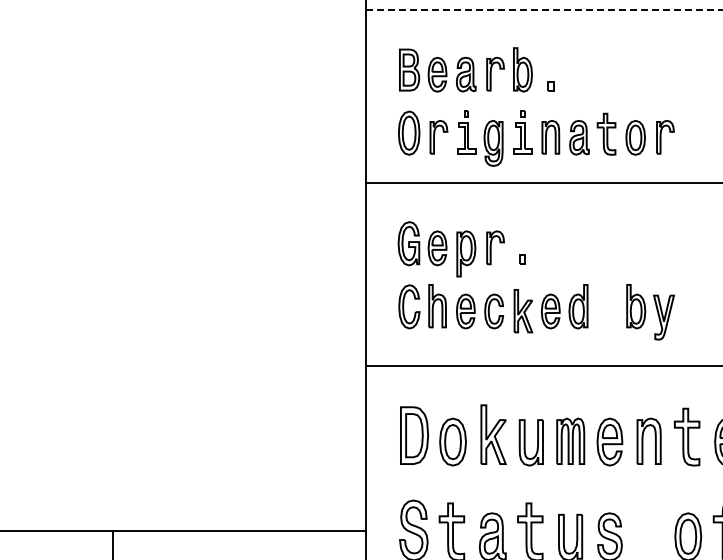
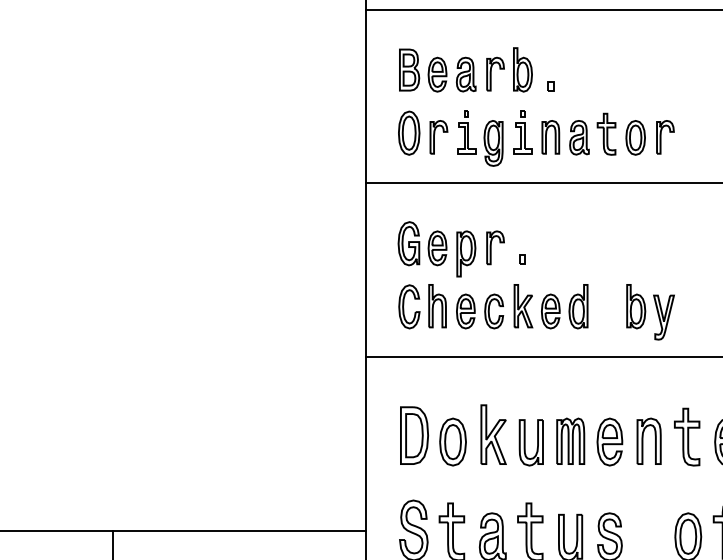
line at (544, 9): dashed -> solid
part at (523, 311) position: (523, 311) -> (523, 306)
line at (542, 366) position: (542, 366) -> (542, 357)
